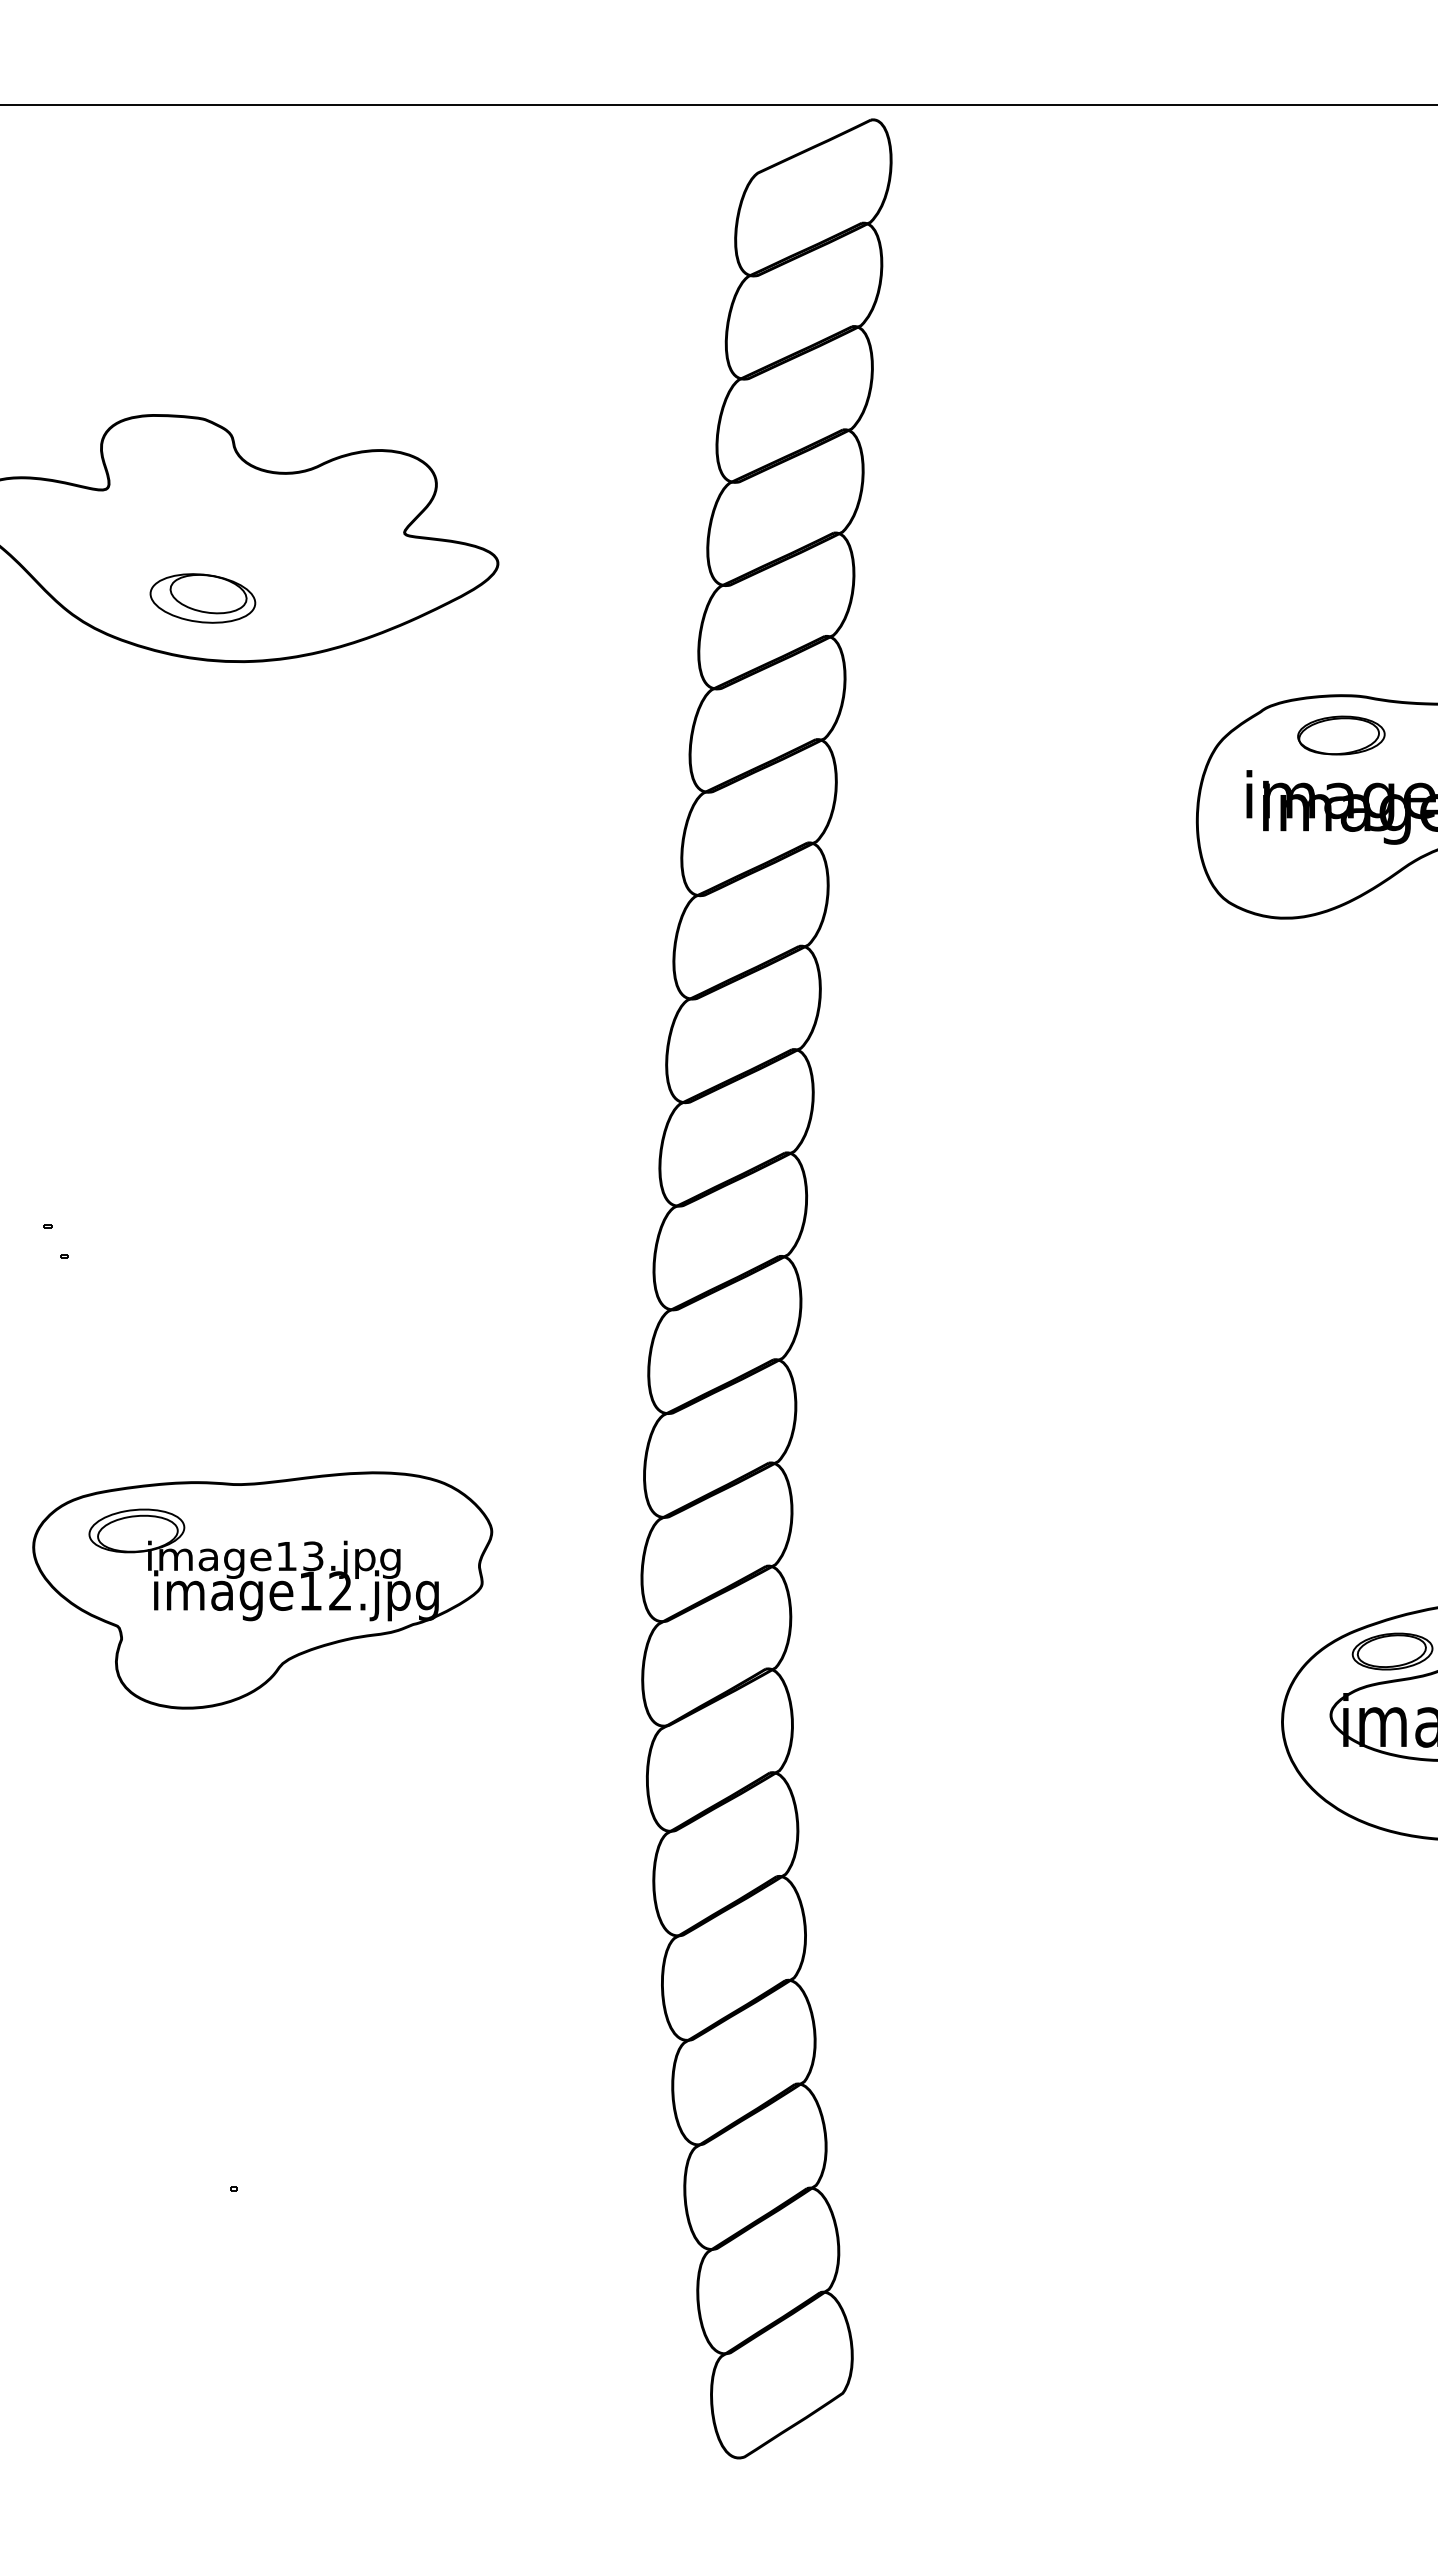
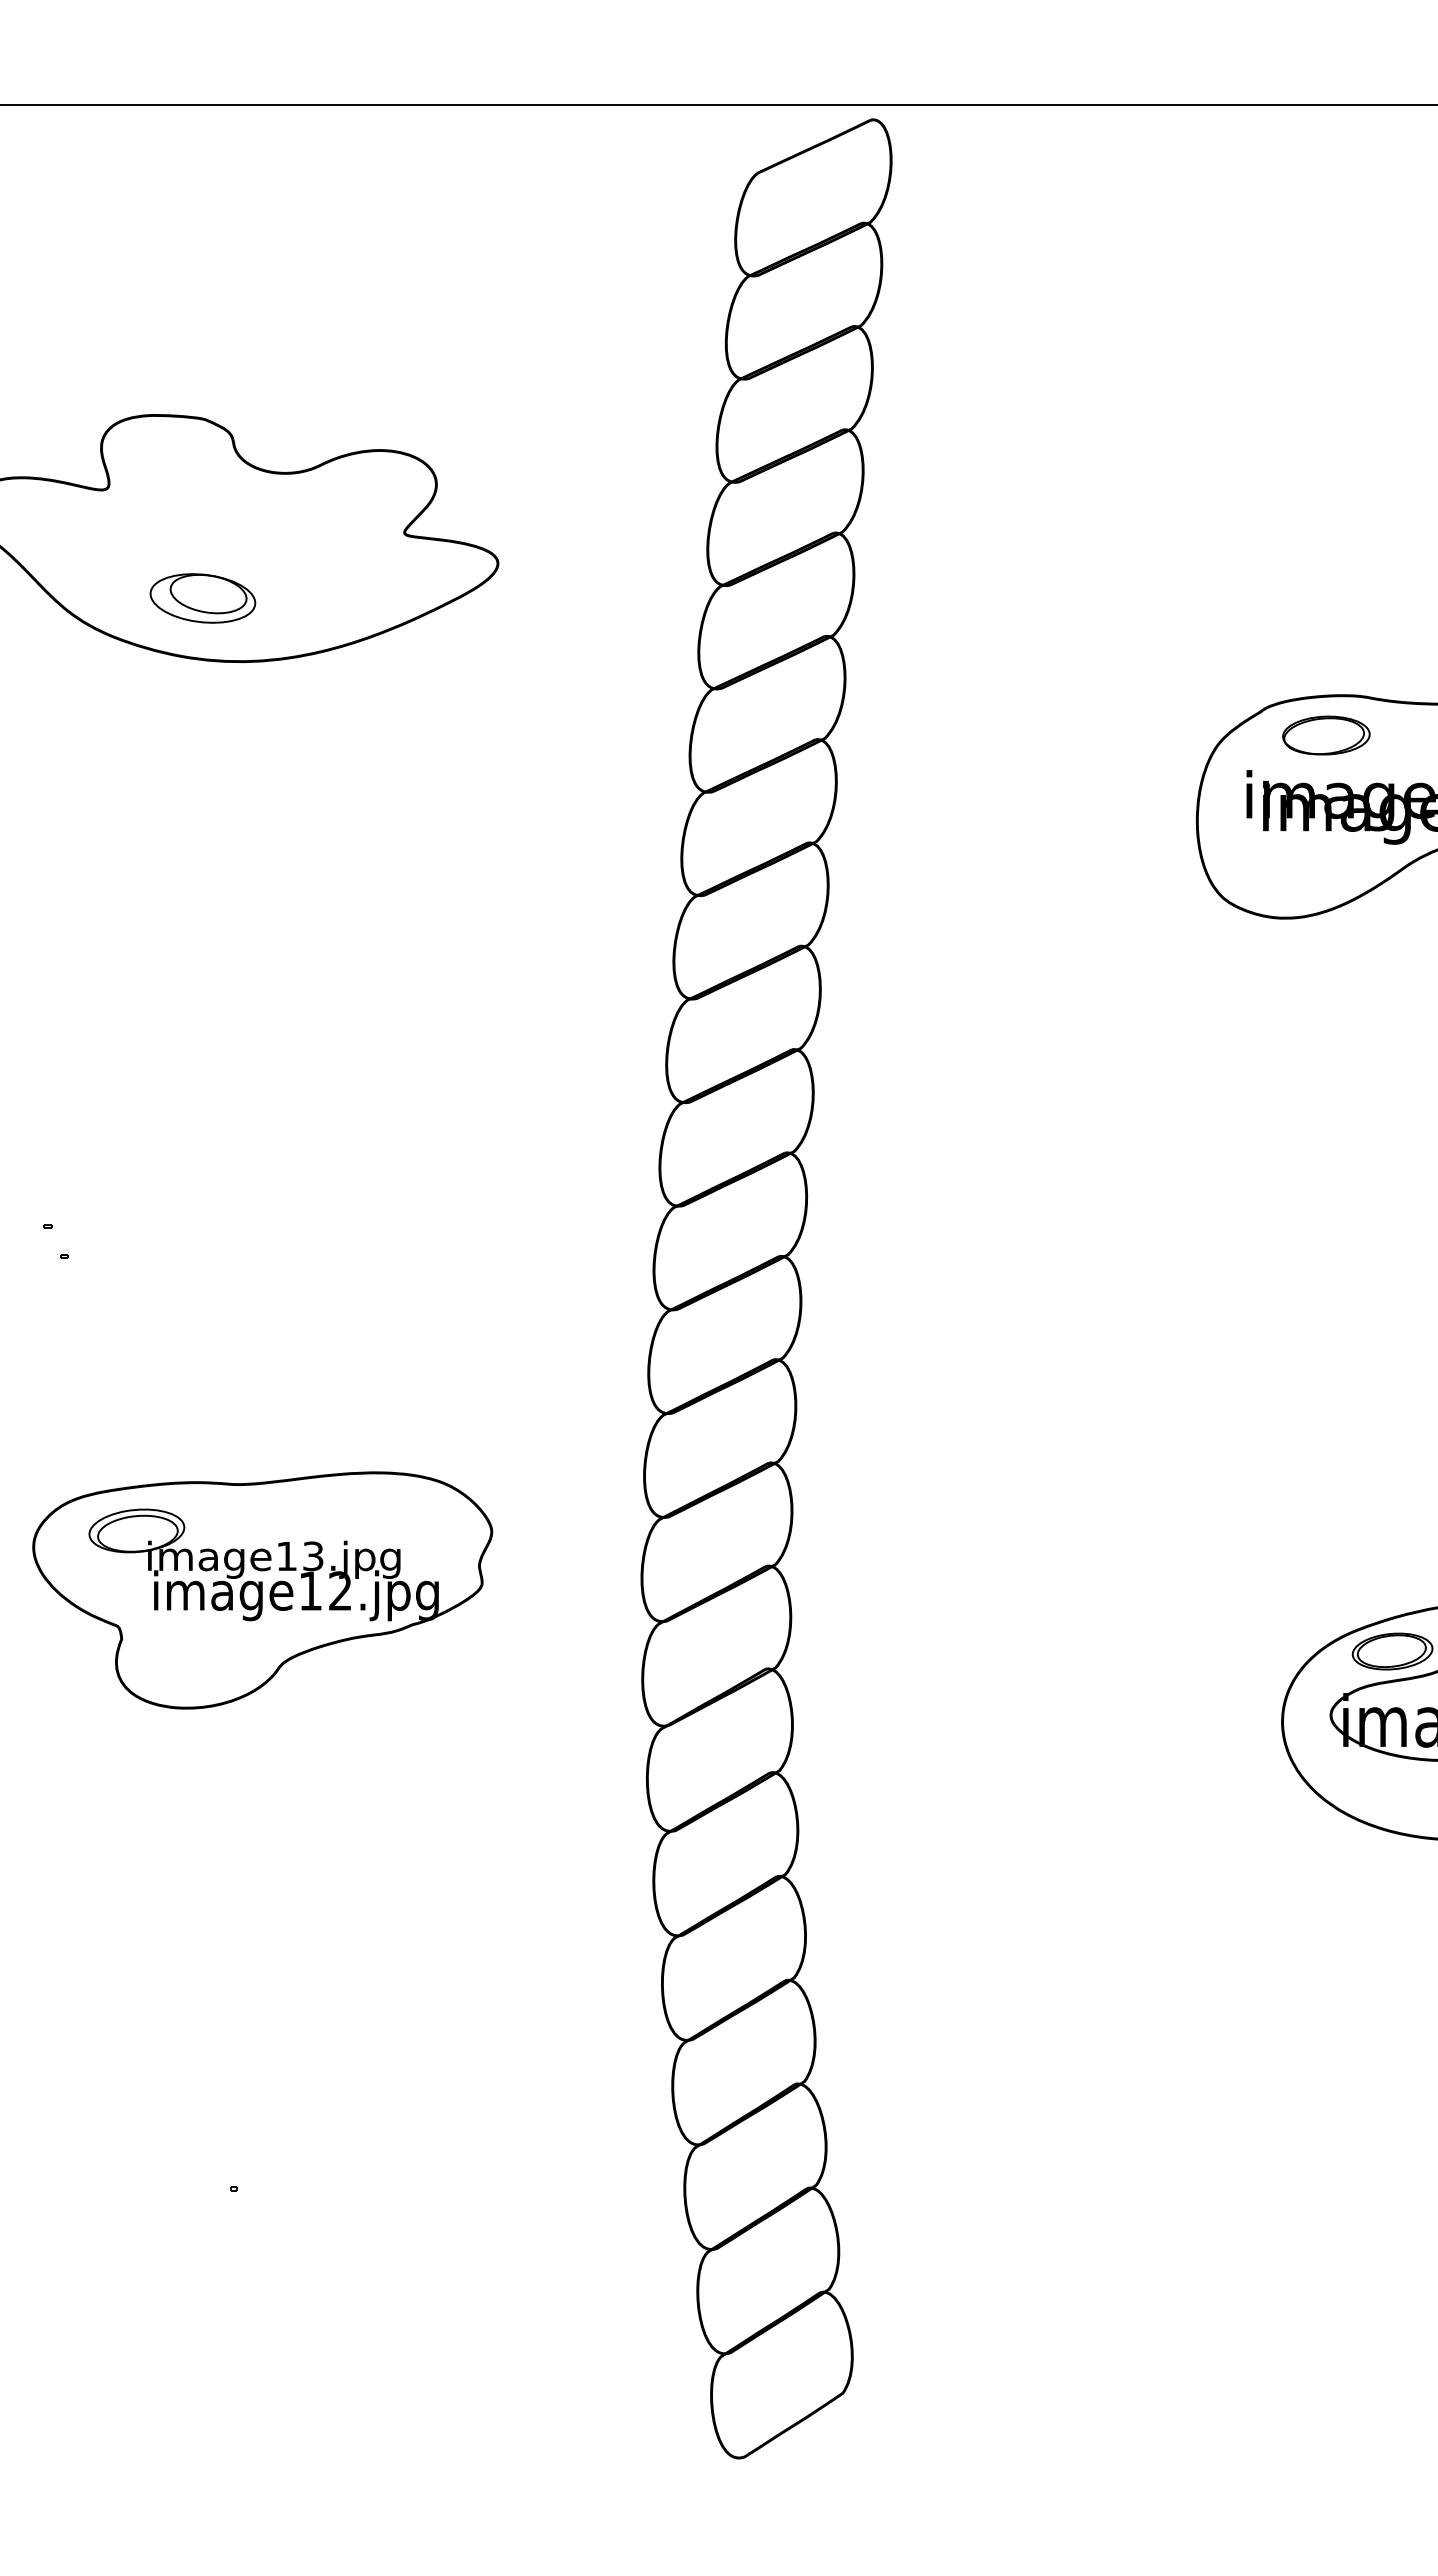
part at (1341, 735) position: (1341, 735) -> (1326, 735)
